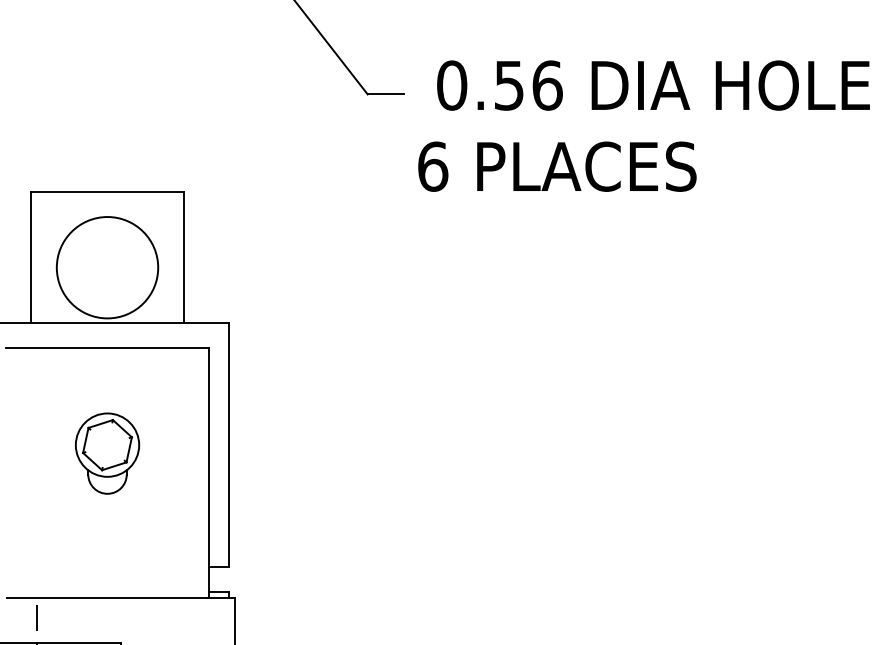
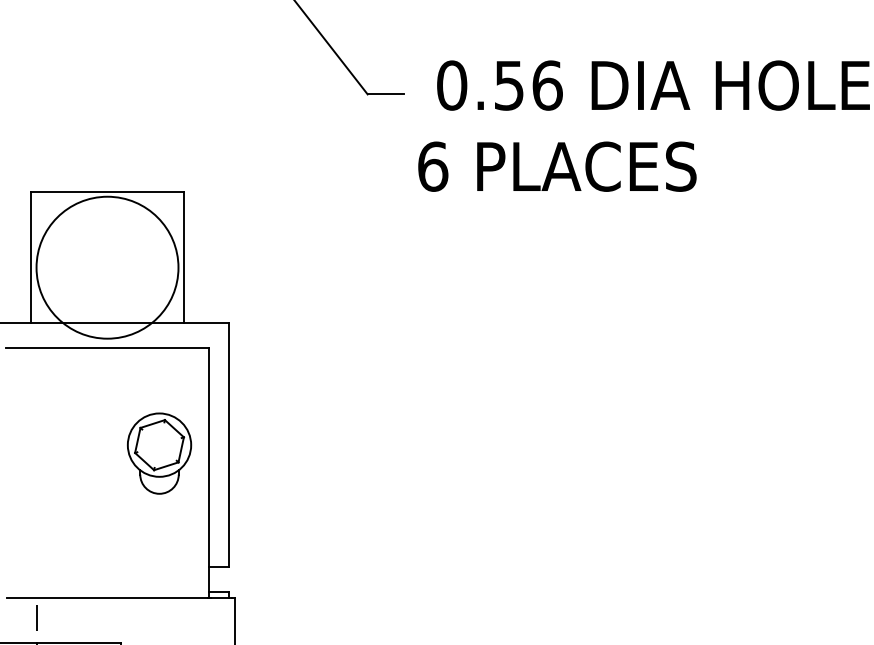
circle at (107, 267) diameter: 101 px -> 142 px
part at (107, 453) position: (107, 453) -> (159, 453)
